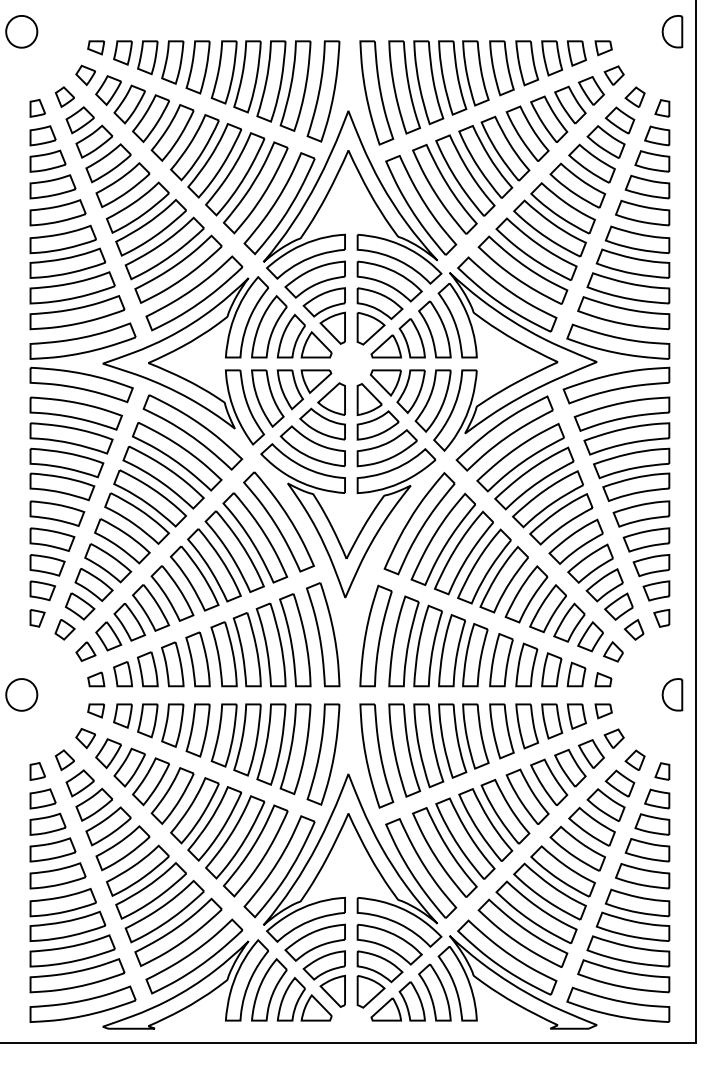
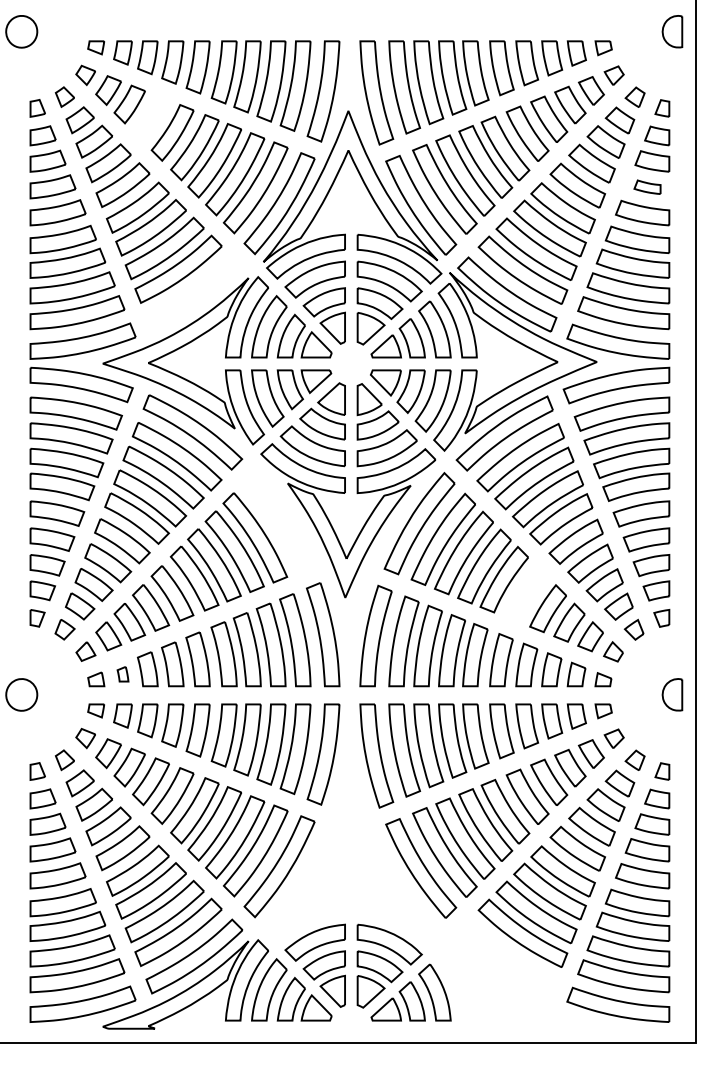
part at (150, 118): present -> none
part at (647, 187) size: 47x25 px -> 29x16 px
part at (194, 293): present -> none
part at (278, 521): present -> none
part at (526, 594): present -> none
part at (122, 674) size: 20x27 px -> 14x17 px
part at (423, 905): present -> none
